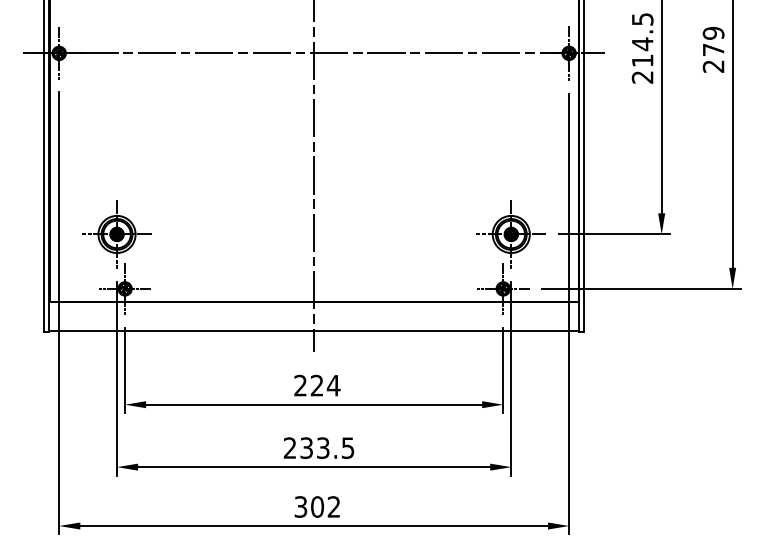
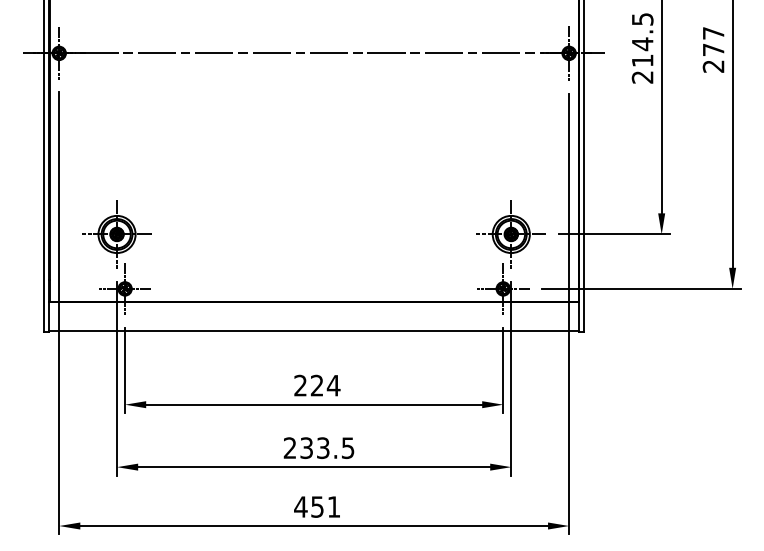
text at (713, 33): 279 -> 277
line at (314, 177): present -> none
text at (316, 506): 302 -> 451
